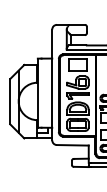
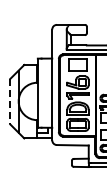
line at (10, 101): solid -> dashed
